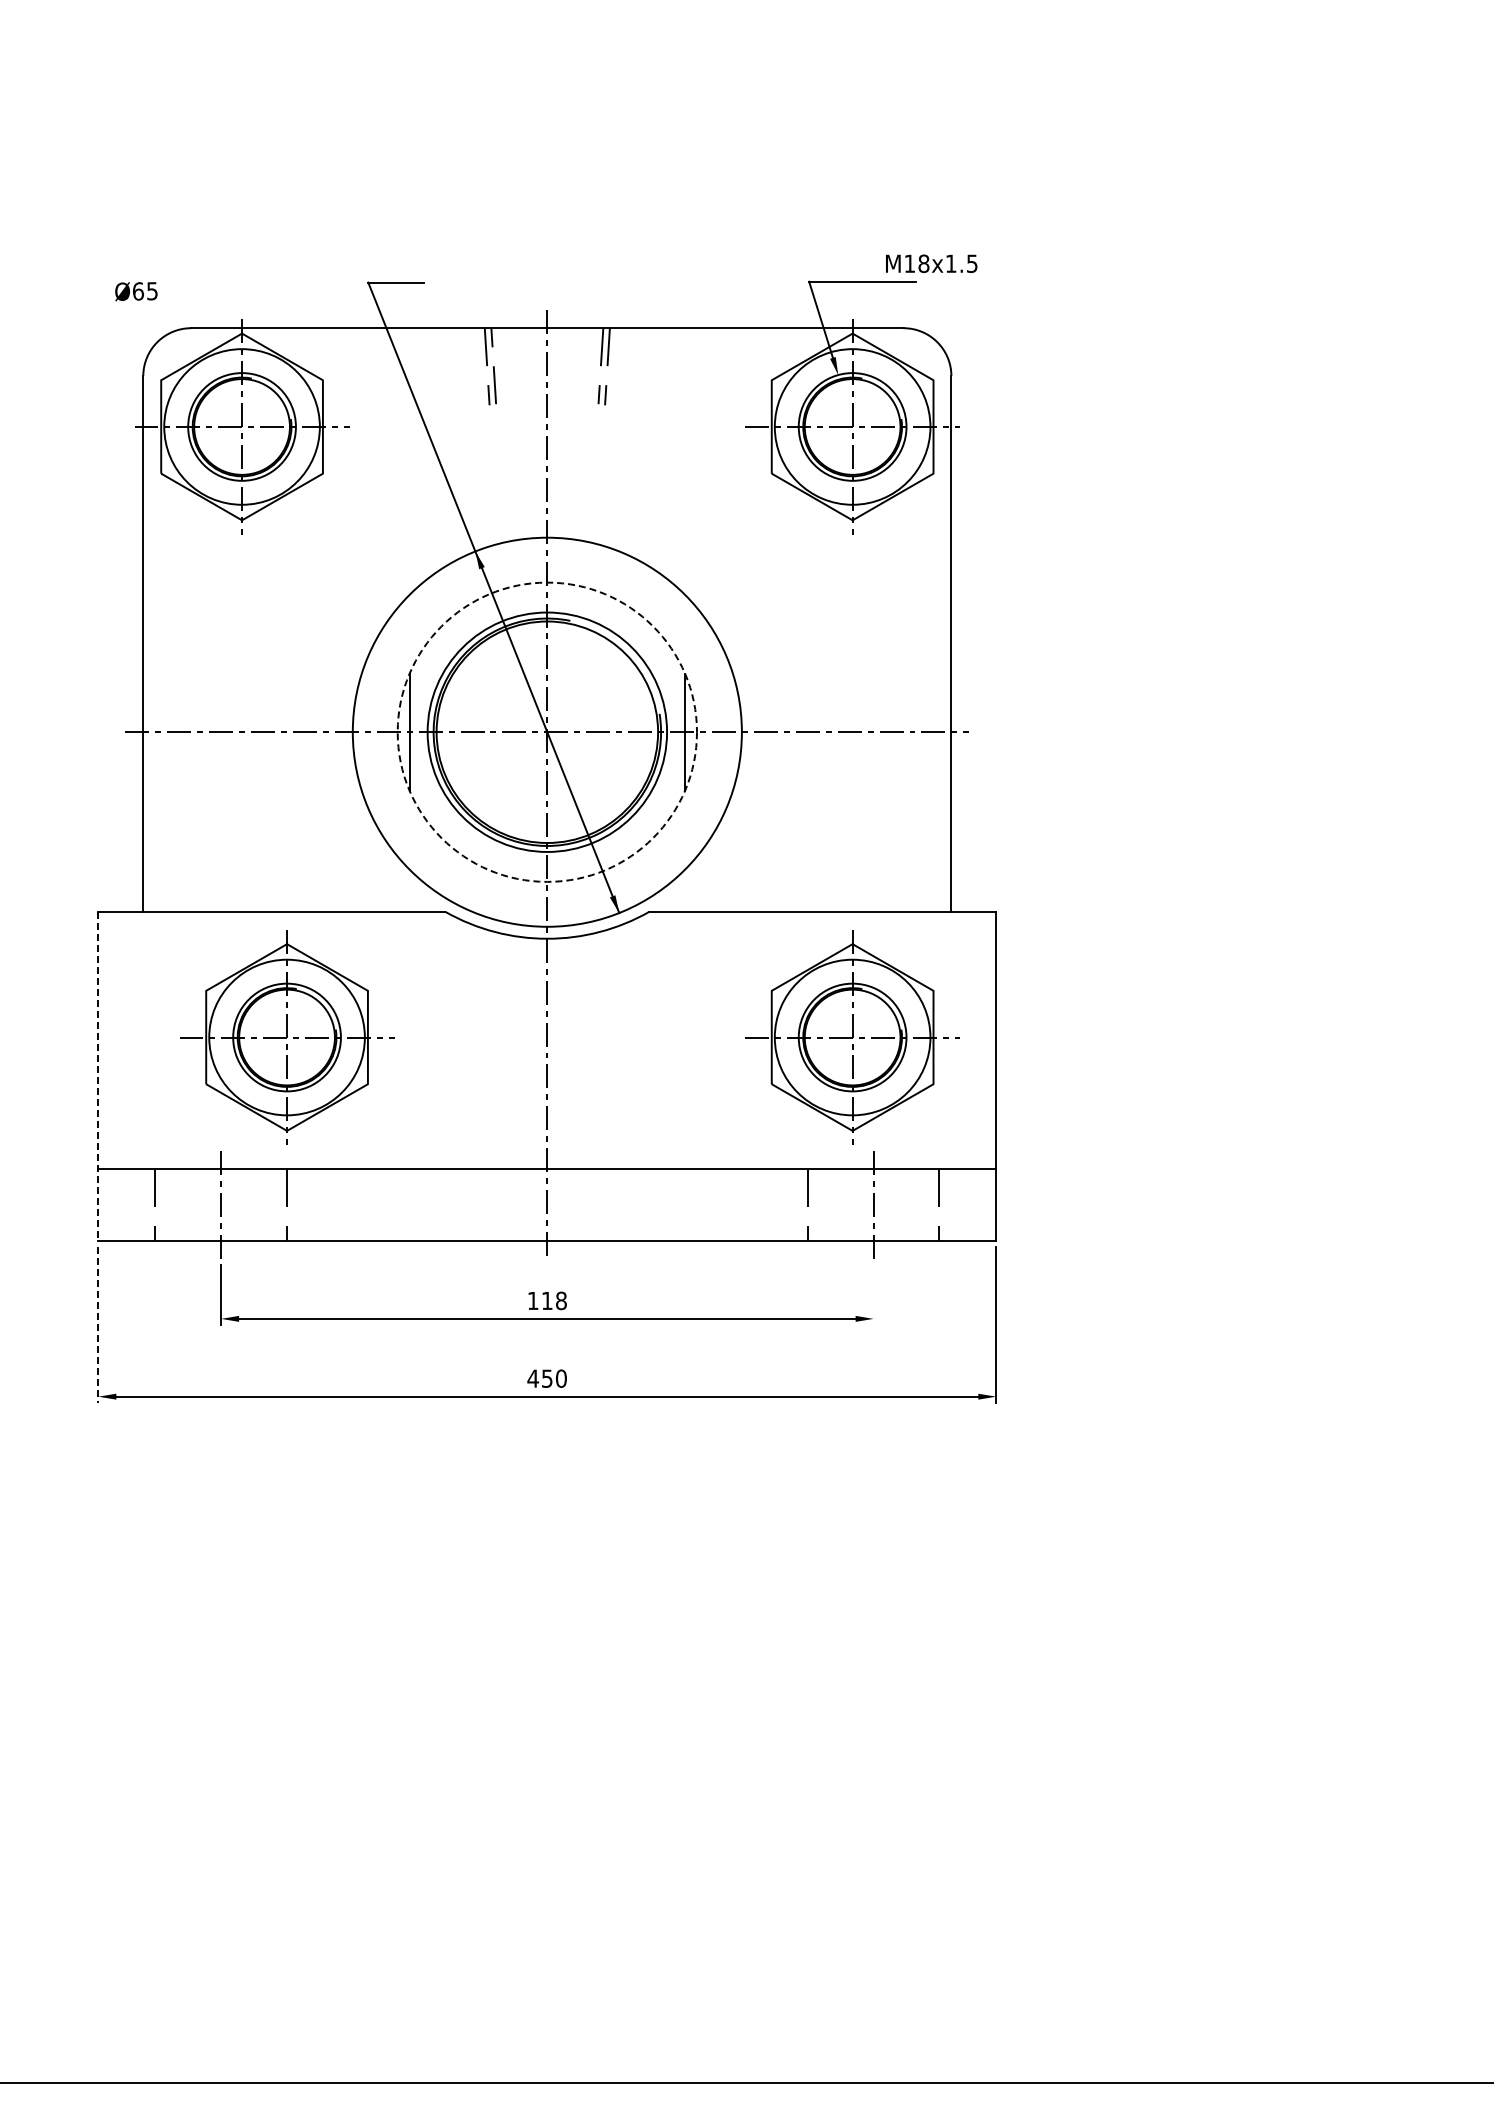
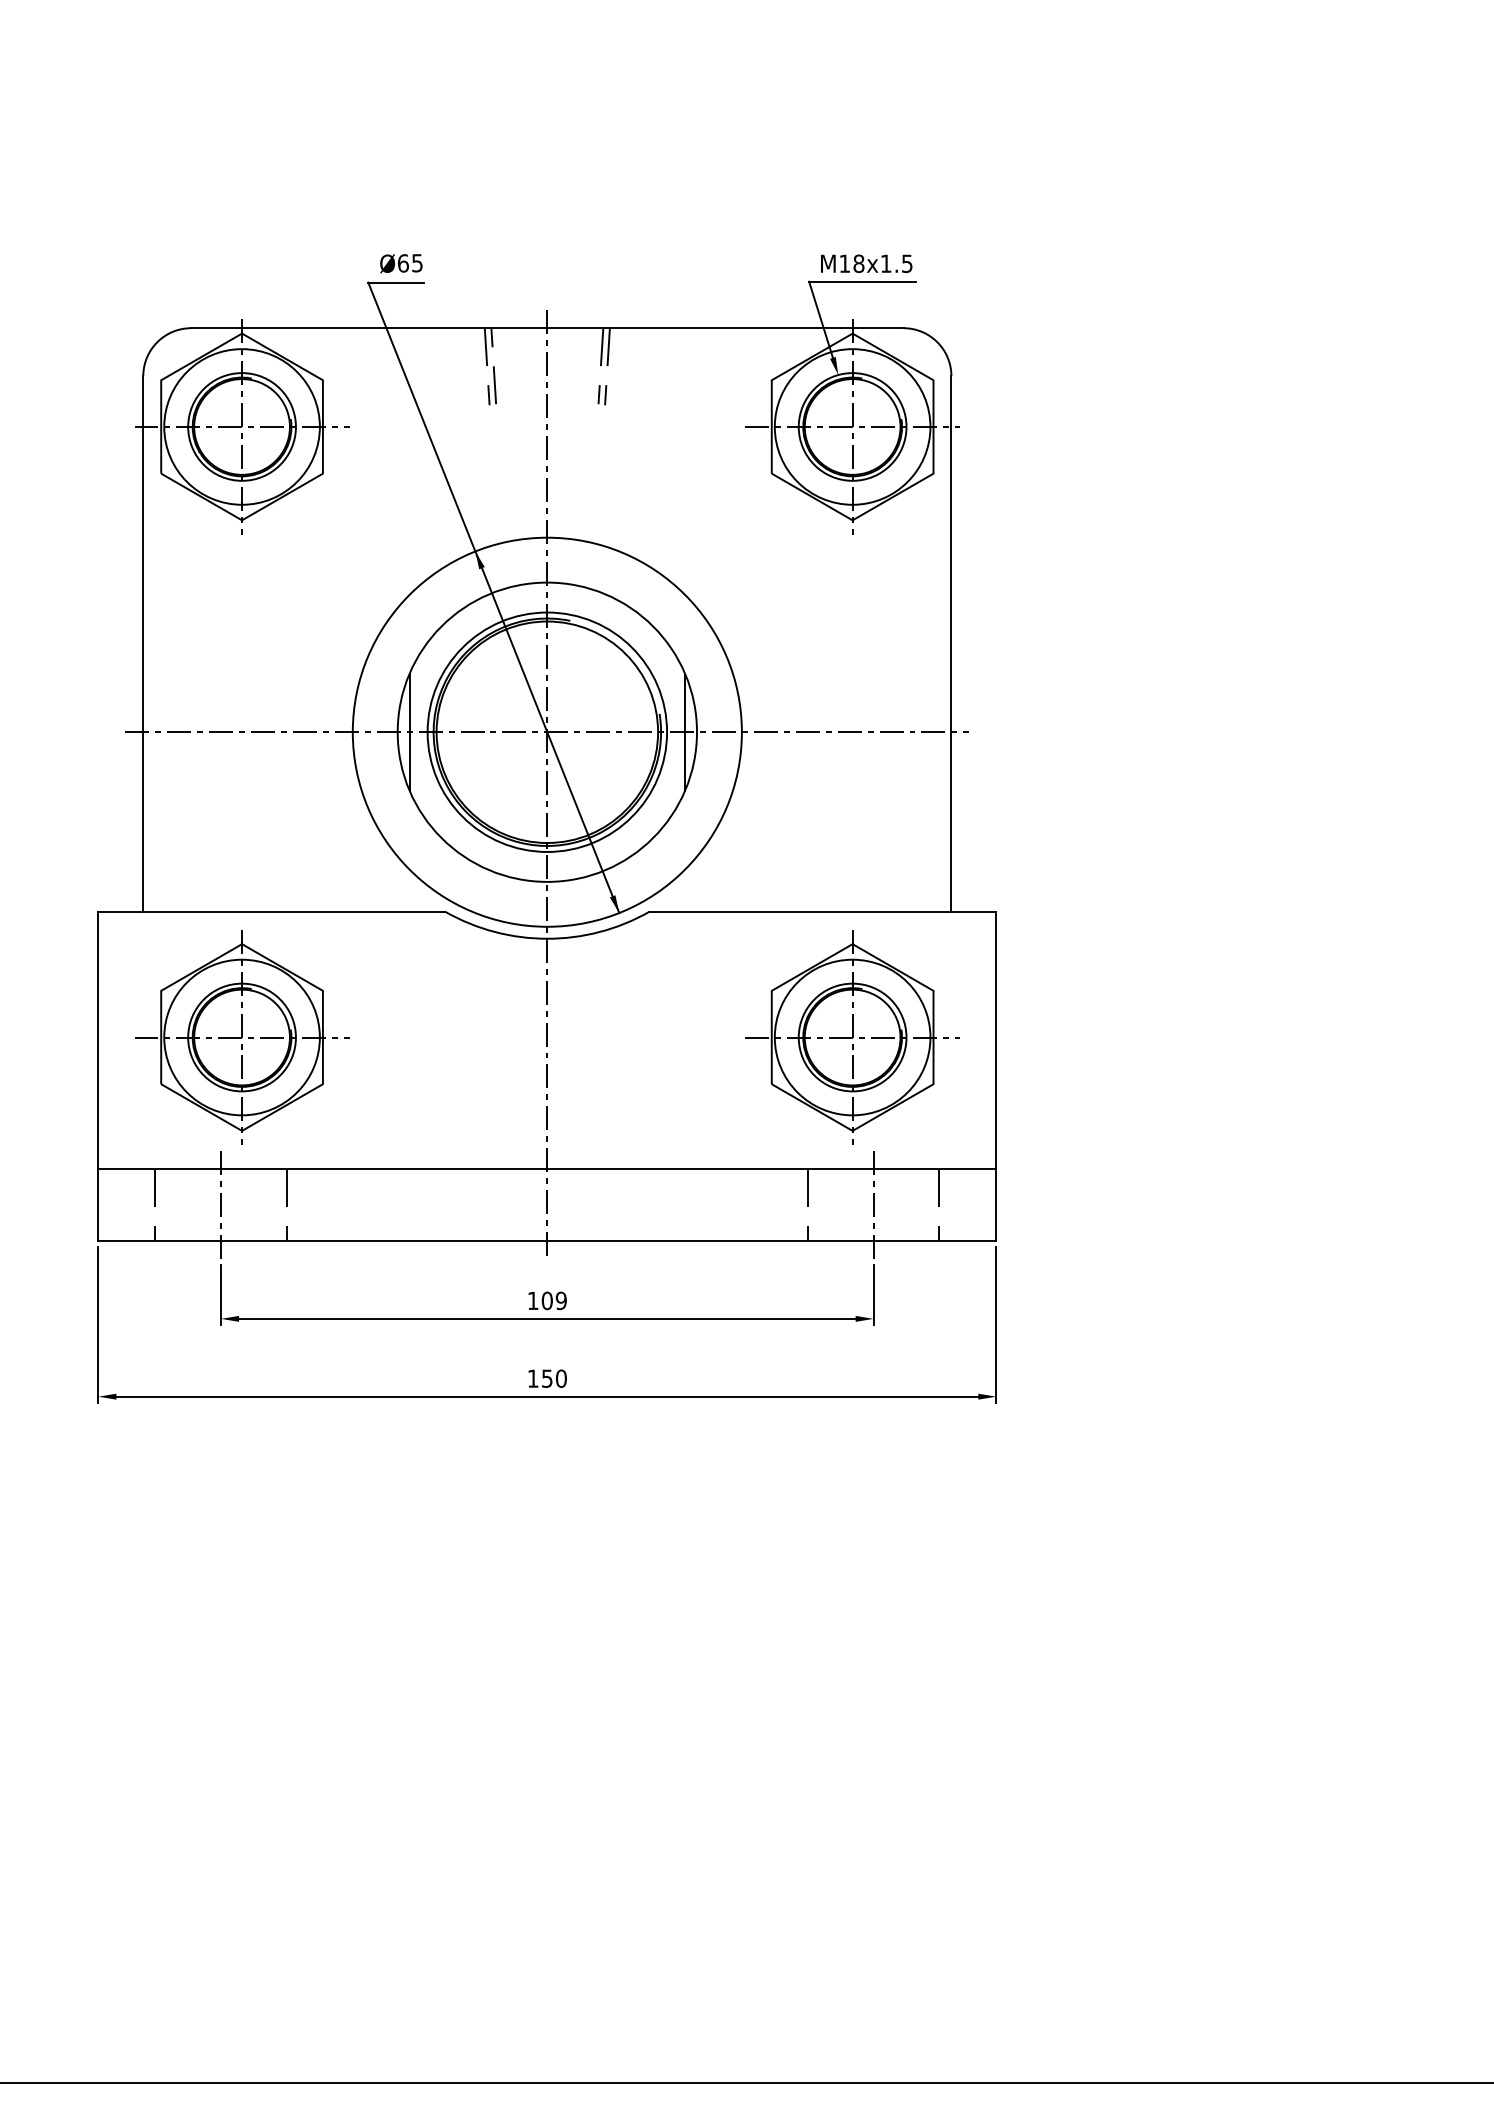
text at (931, 263) position: (931, 263) -> (866, 263)
text at (136, 291) position: (136, 291) -> (401, 263)
circle at (547, 731): dashed -> solid
part at (287, 1037) position: (287, 1037) -> (242, 1037)
line at (98, 1076): dashed -> solid
line at (873, 1294): none -> present
text at (553, 1300): 118 -> 109
line at (98, 1324): dashed -> solid
text at (532, 1378): 450 -> 150
